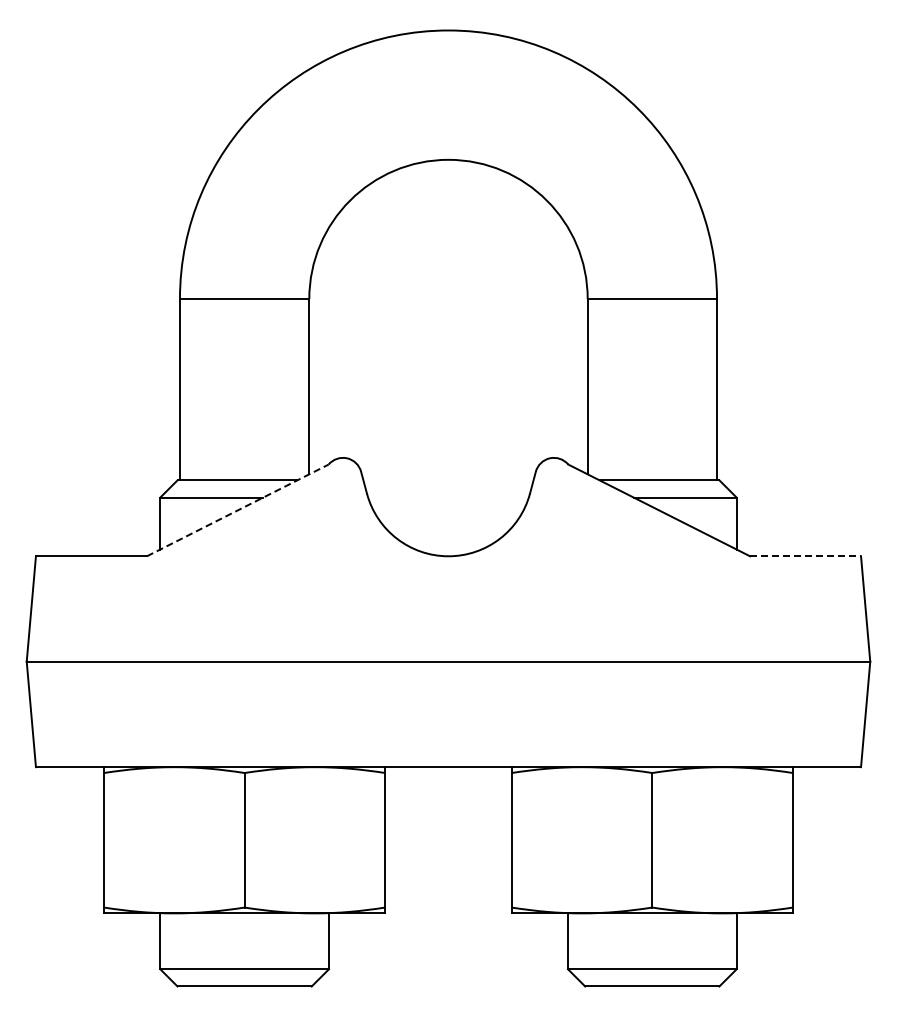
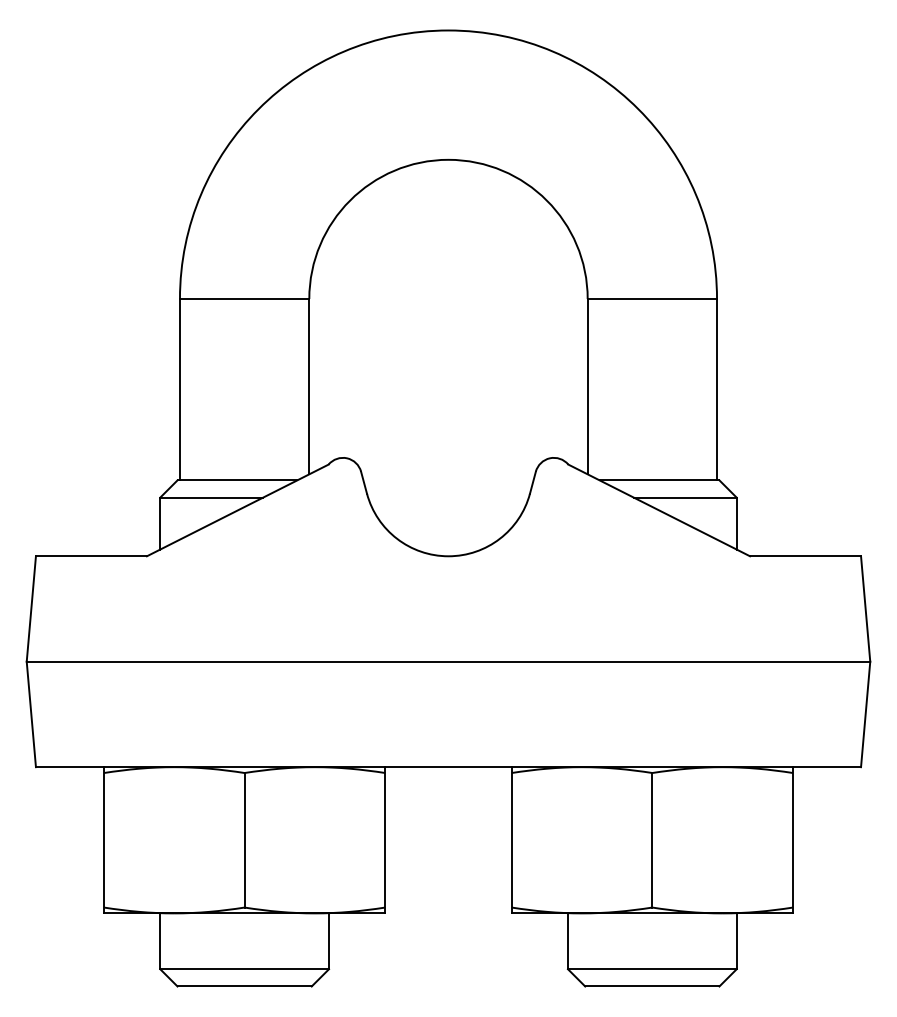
line at (237, 510): dashed -> solid
line at (806, 556): dashed -> solid
